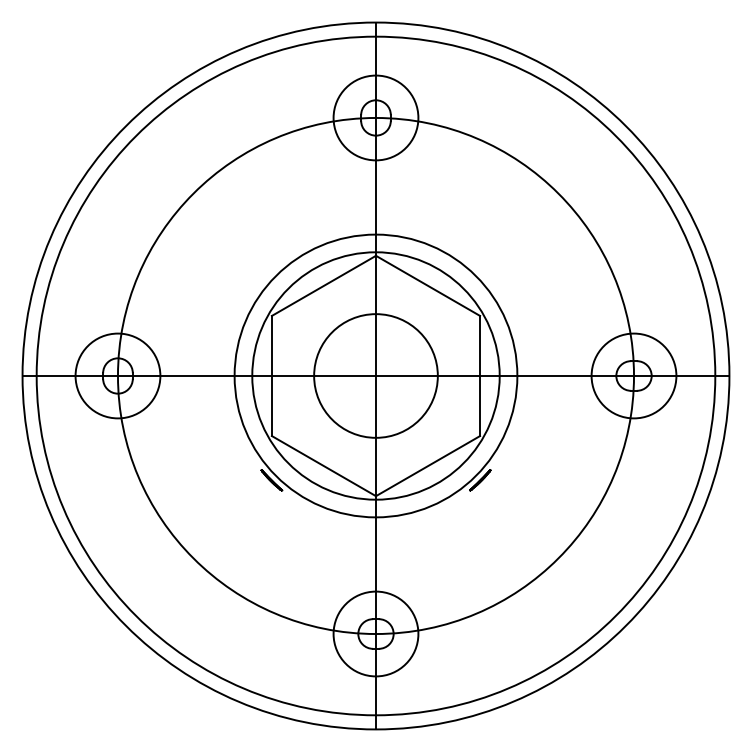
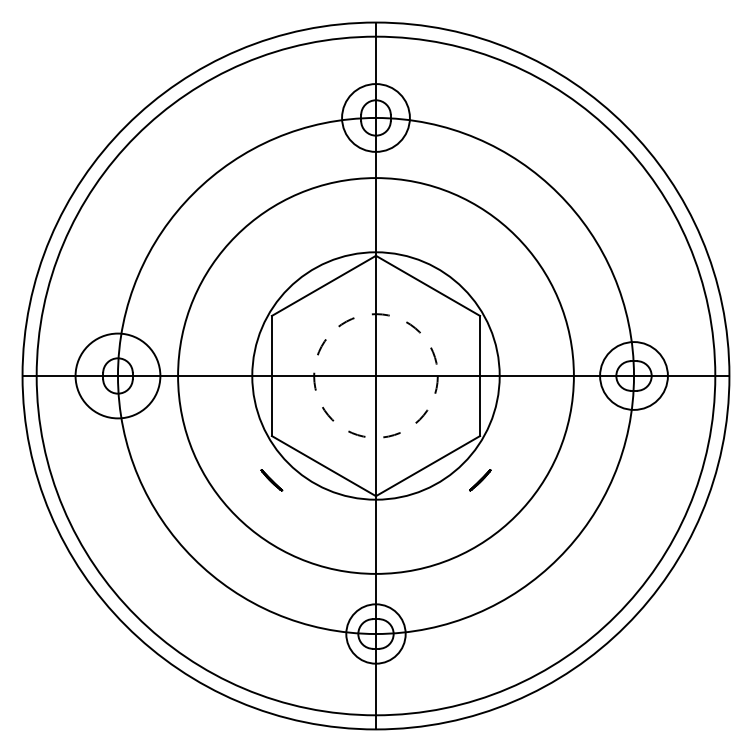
circle at (375, 117) diameter: 85 px -> 68 px
circle at (375, 375) diameter: 283 px -> 396 px
circle at (375, 375): solid -> dashed
circle at (633, 375) diameter: 85 px -> 68 px
circle at (375, 633) diameter: 85 px -> 59 px
